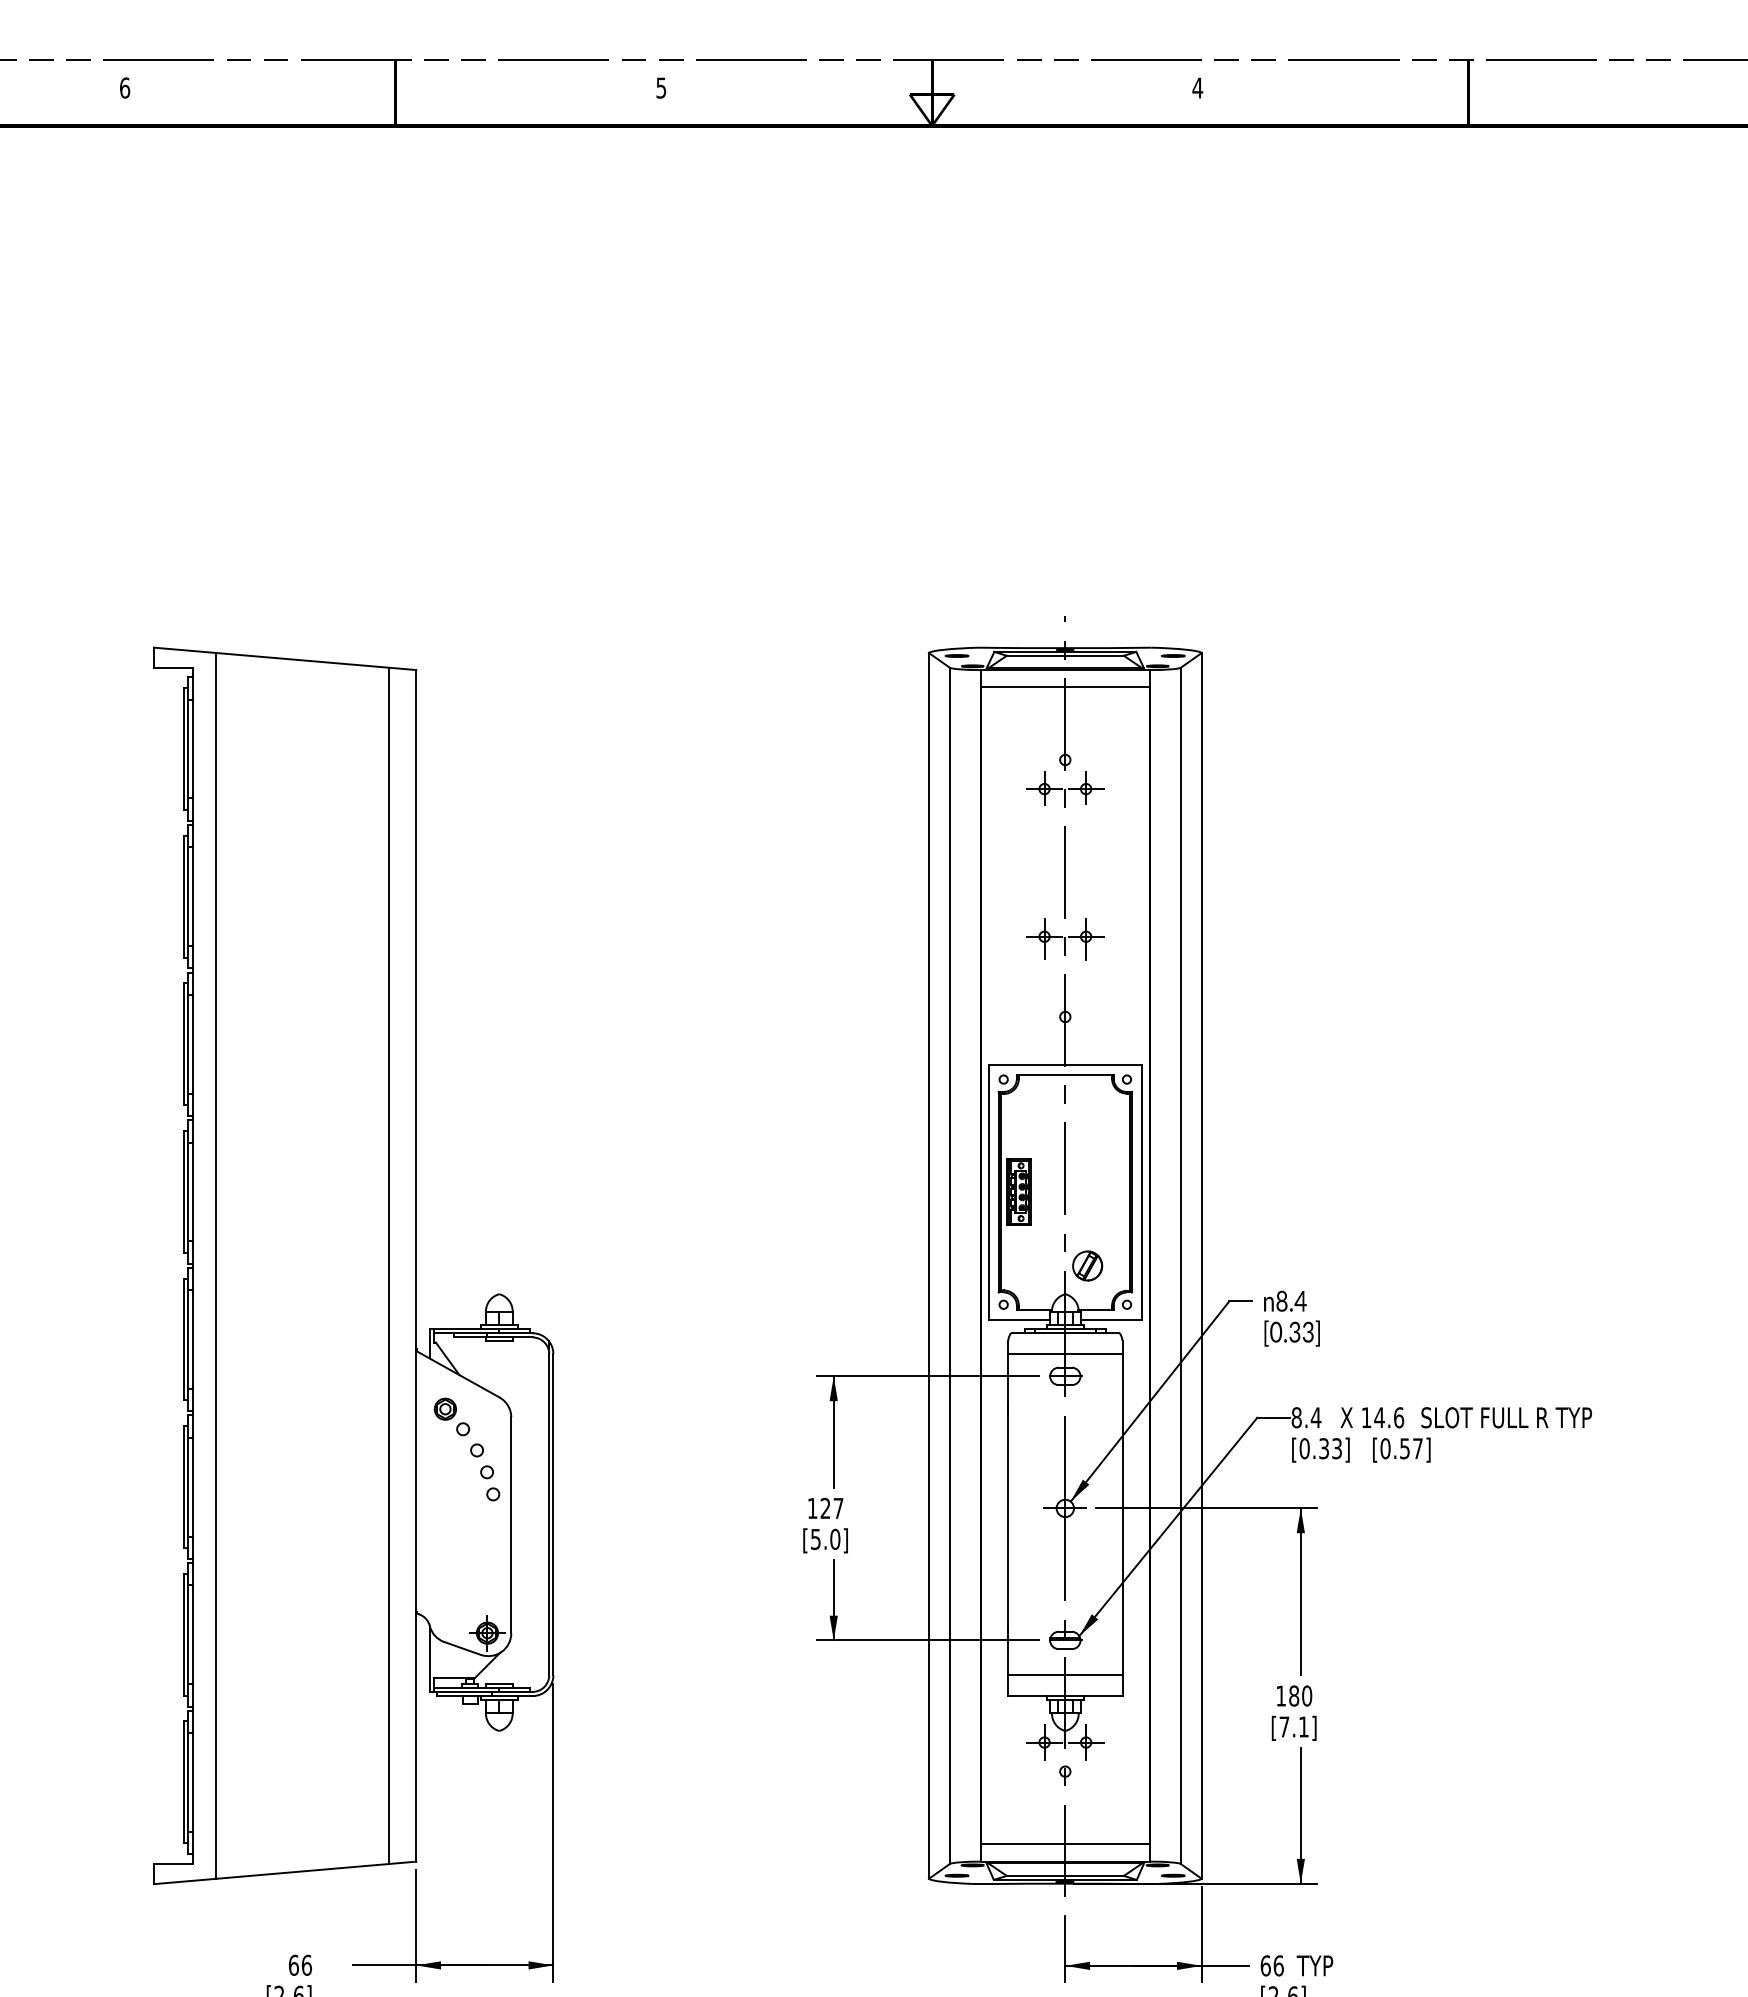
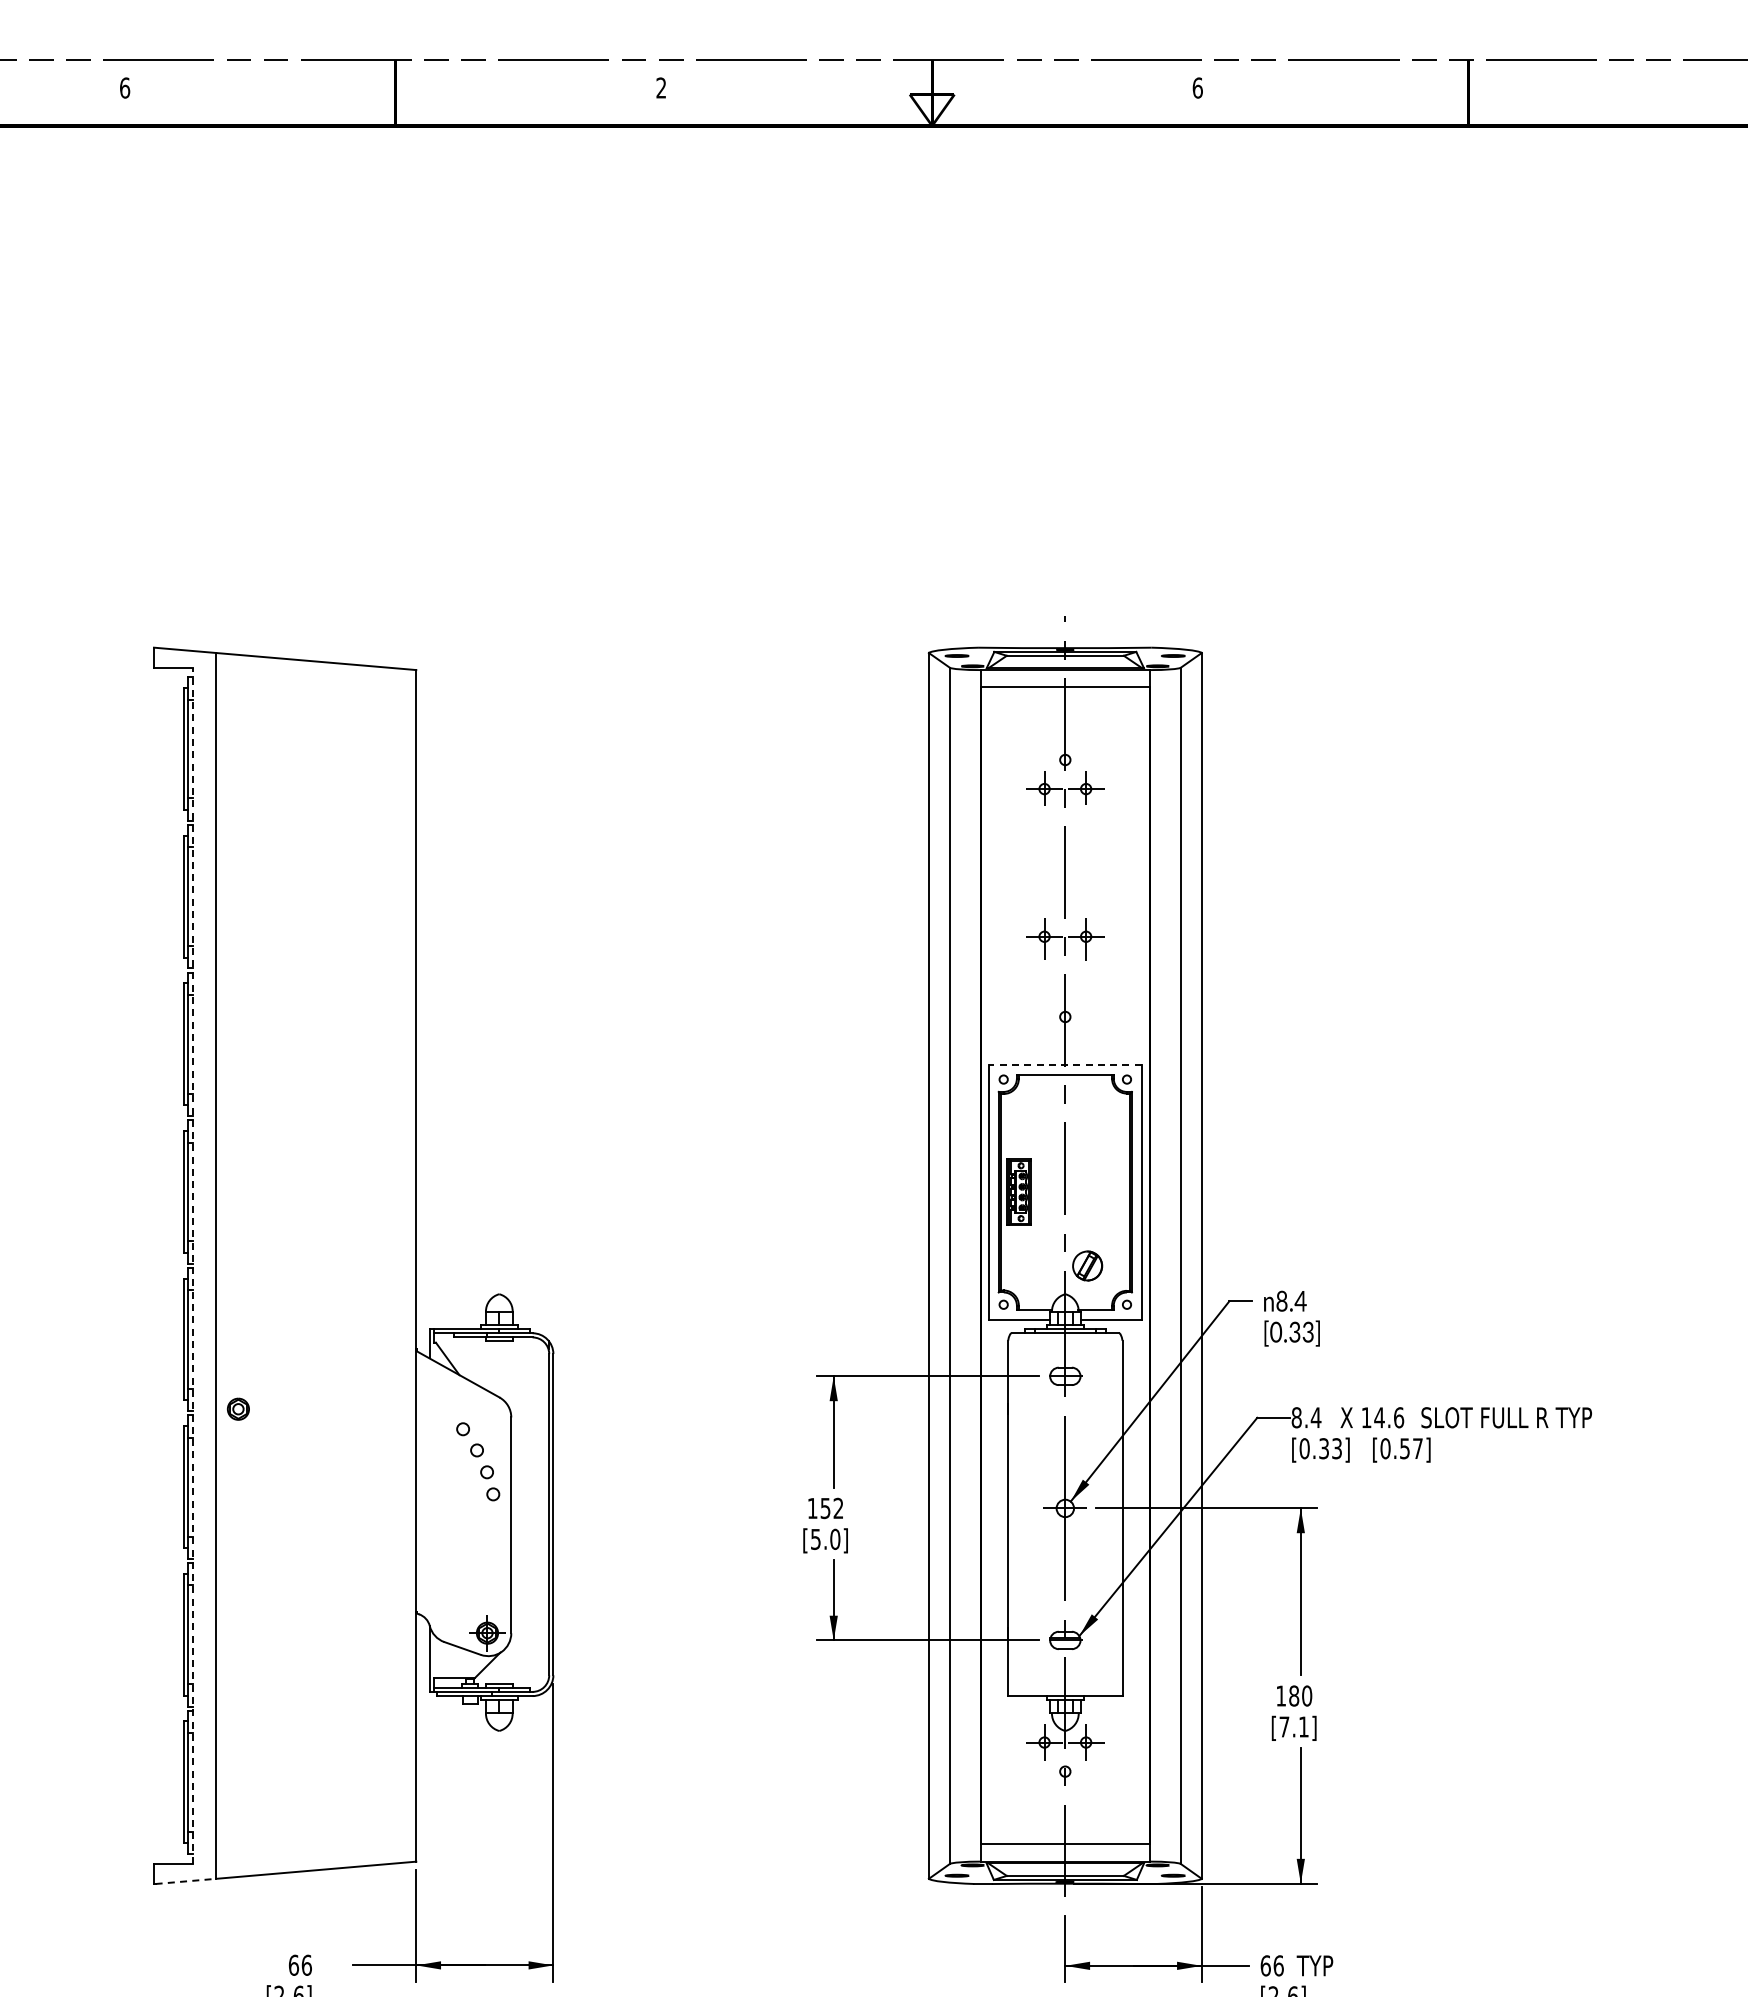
text at (661, 87): 5 -> 2
text at (1197, 87): 4 -> 6
line at (1064, 1064): solid -> dashed
line at (192, 1265): solid -> dashed
line at (388, 1265): present -> none
line at (1065, 1354): present -> none
part at (445, 1408) position: (445, 1408) -> (238, 1408)
text at (831, 1508): 127 -> 152
line at (1065, 1675): present -> none
line at (186, 1881): solid -> dashed
